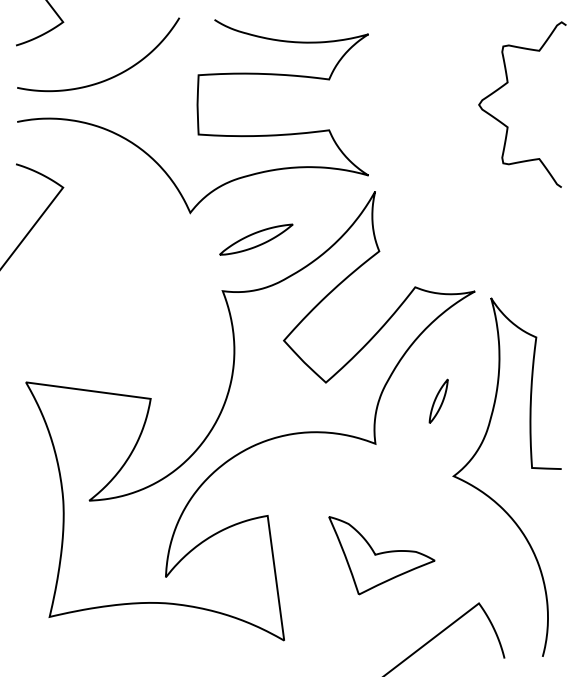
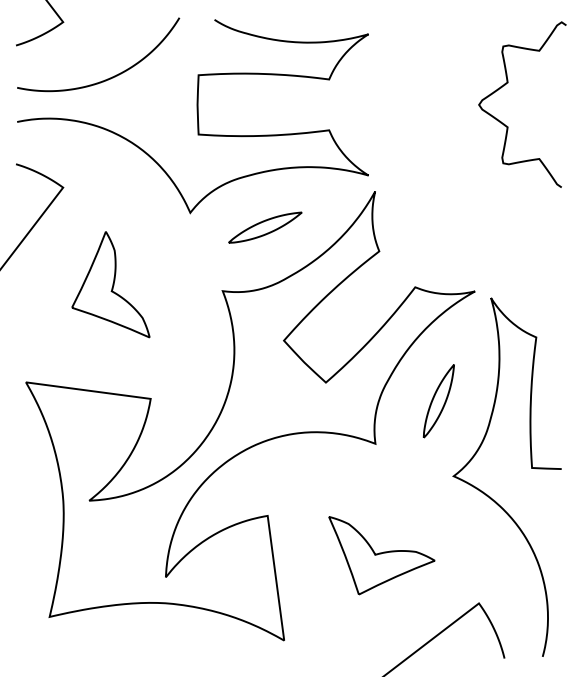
part at (256, 239) position: (256, 239) -> (265, 227)
part at (110, 284): none -> present
part at (438, 400) size: 21x46 px -> 33x75 px
